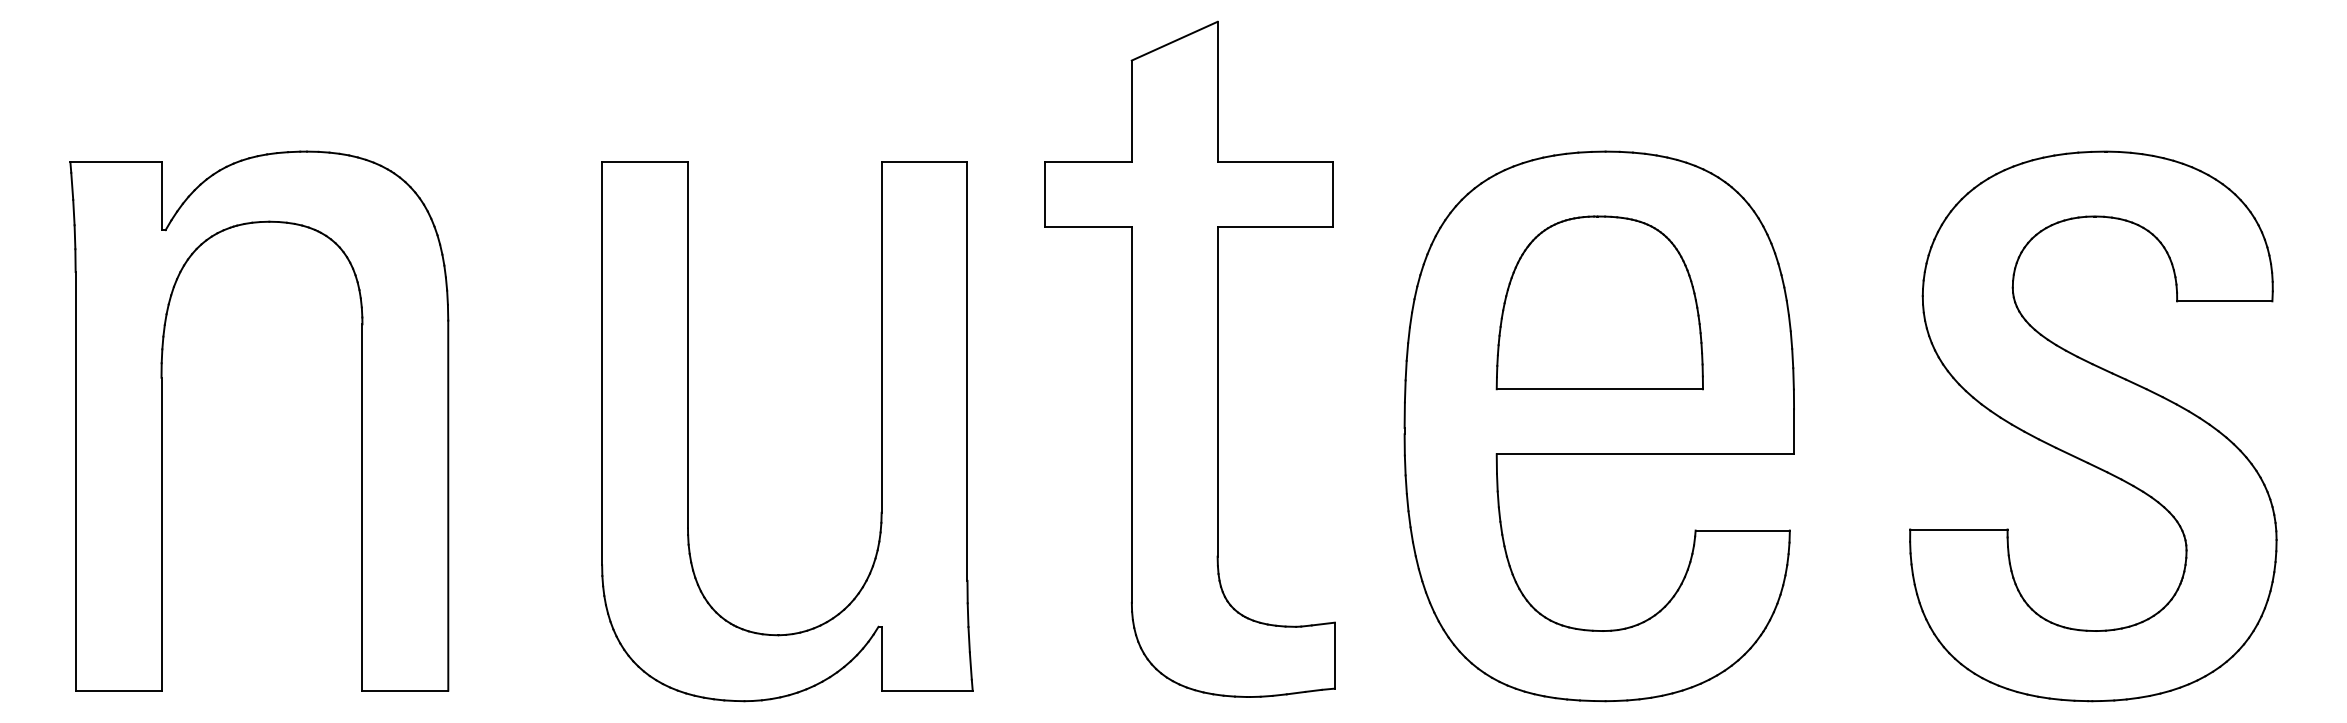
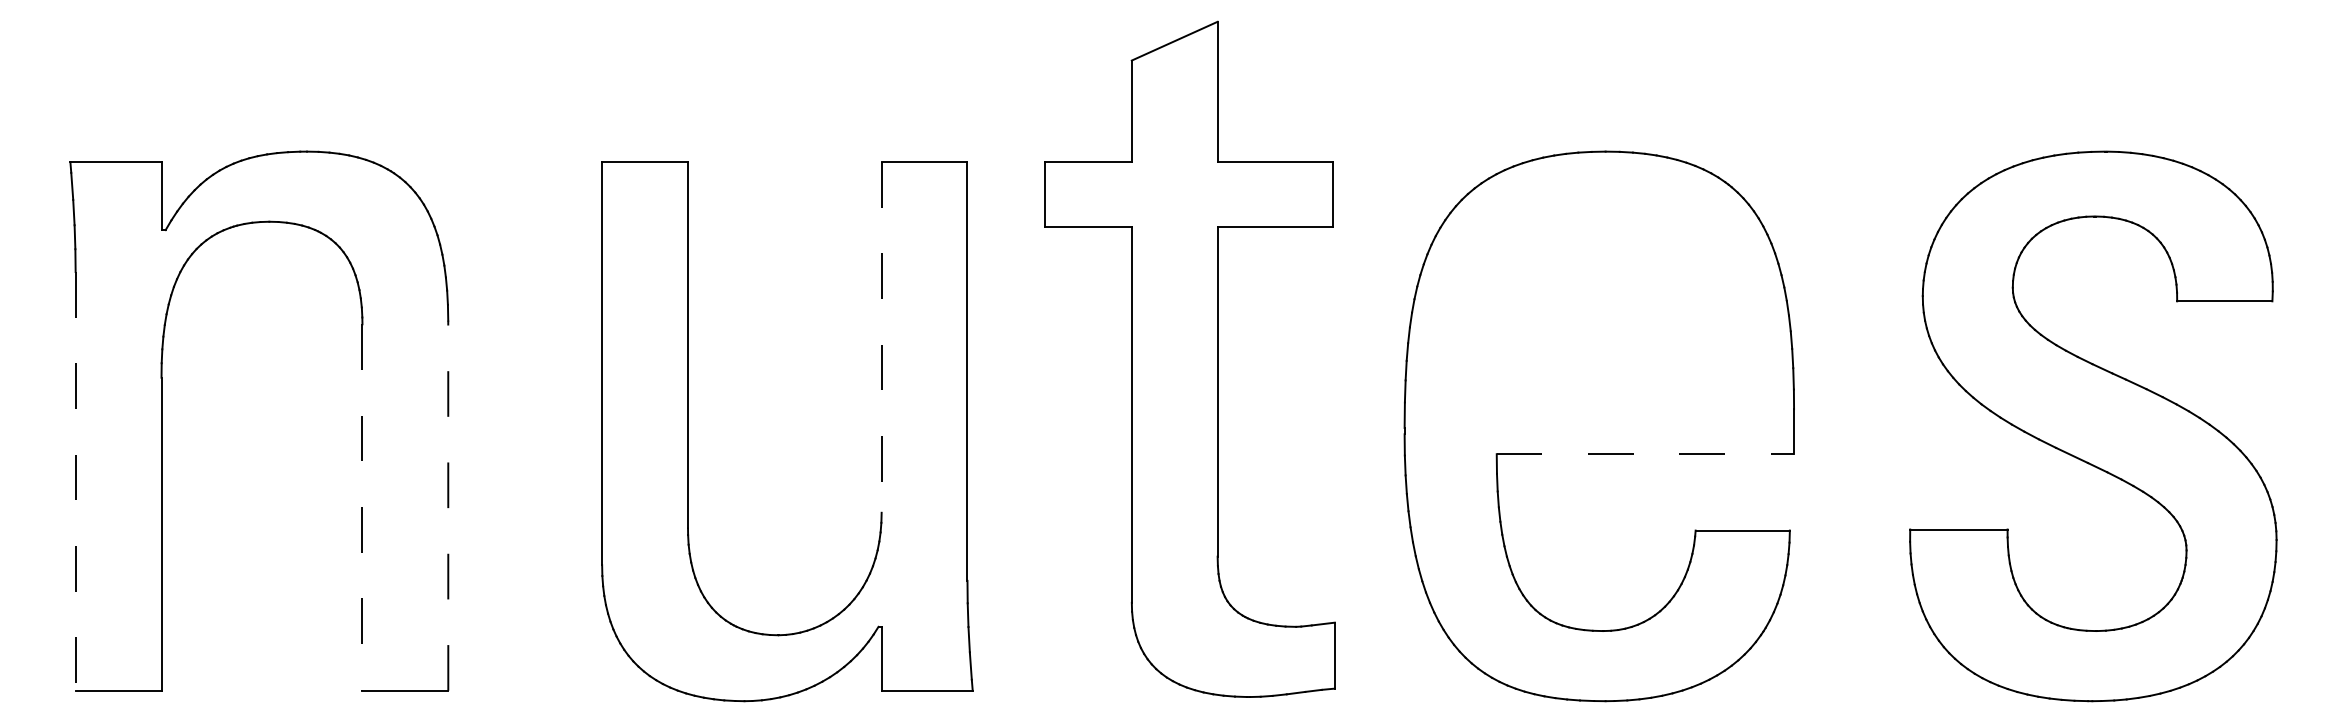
part at (1599, 302): present -> none
line at (881, 337): solid -> dashed
line at (1645, 454): solid -> dashed
line at (75, 481): solid -> dashed
line at (448, 505): solid -> dashed
line at (362, 508): solid -> dashed
